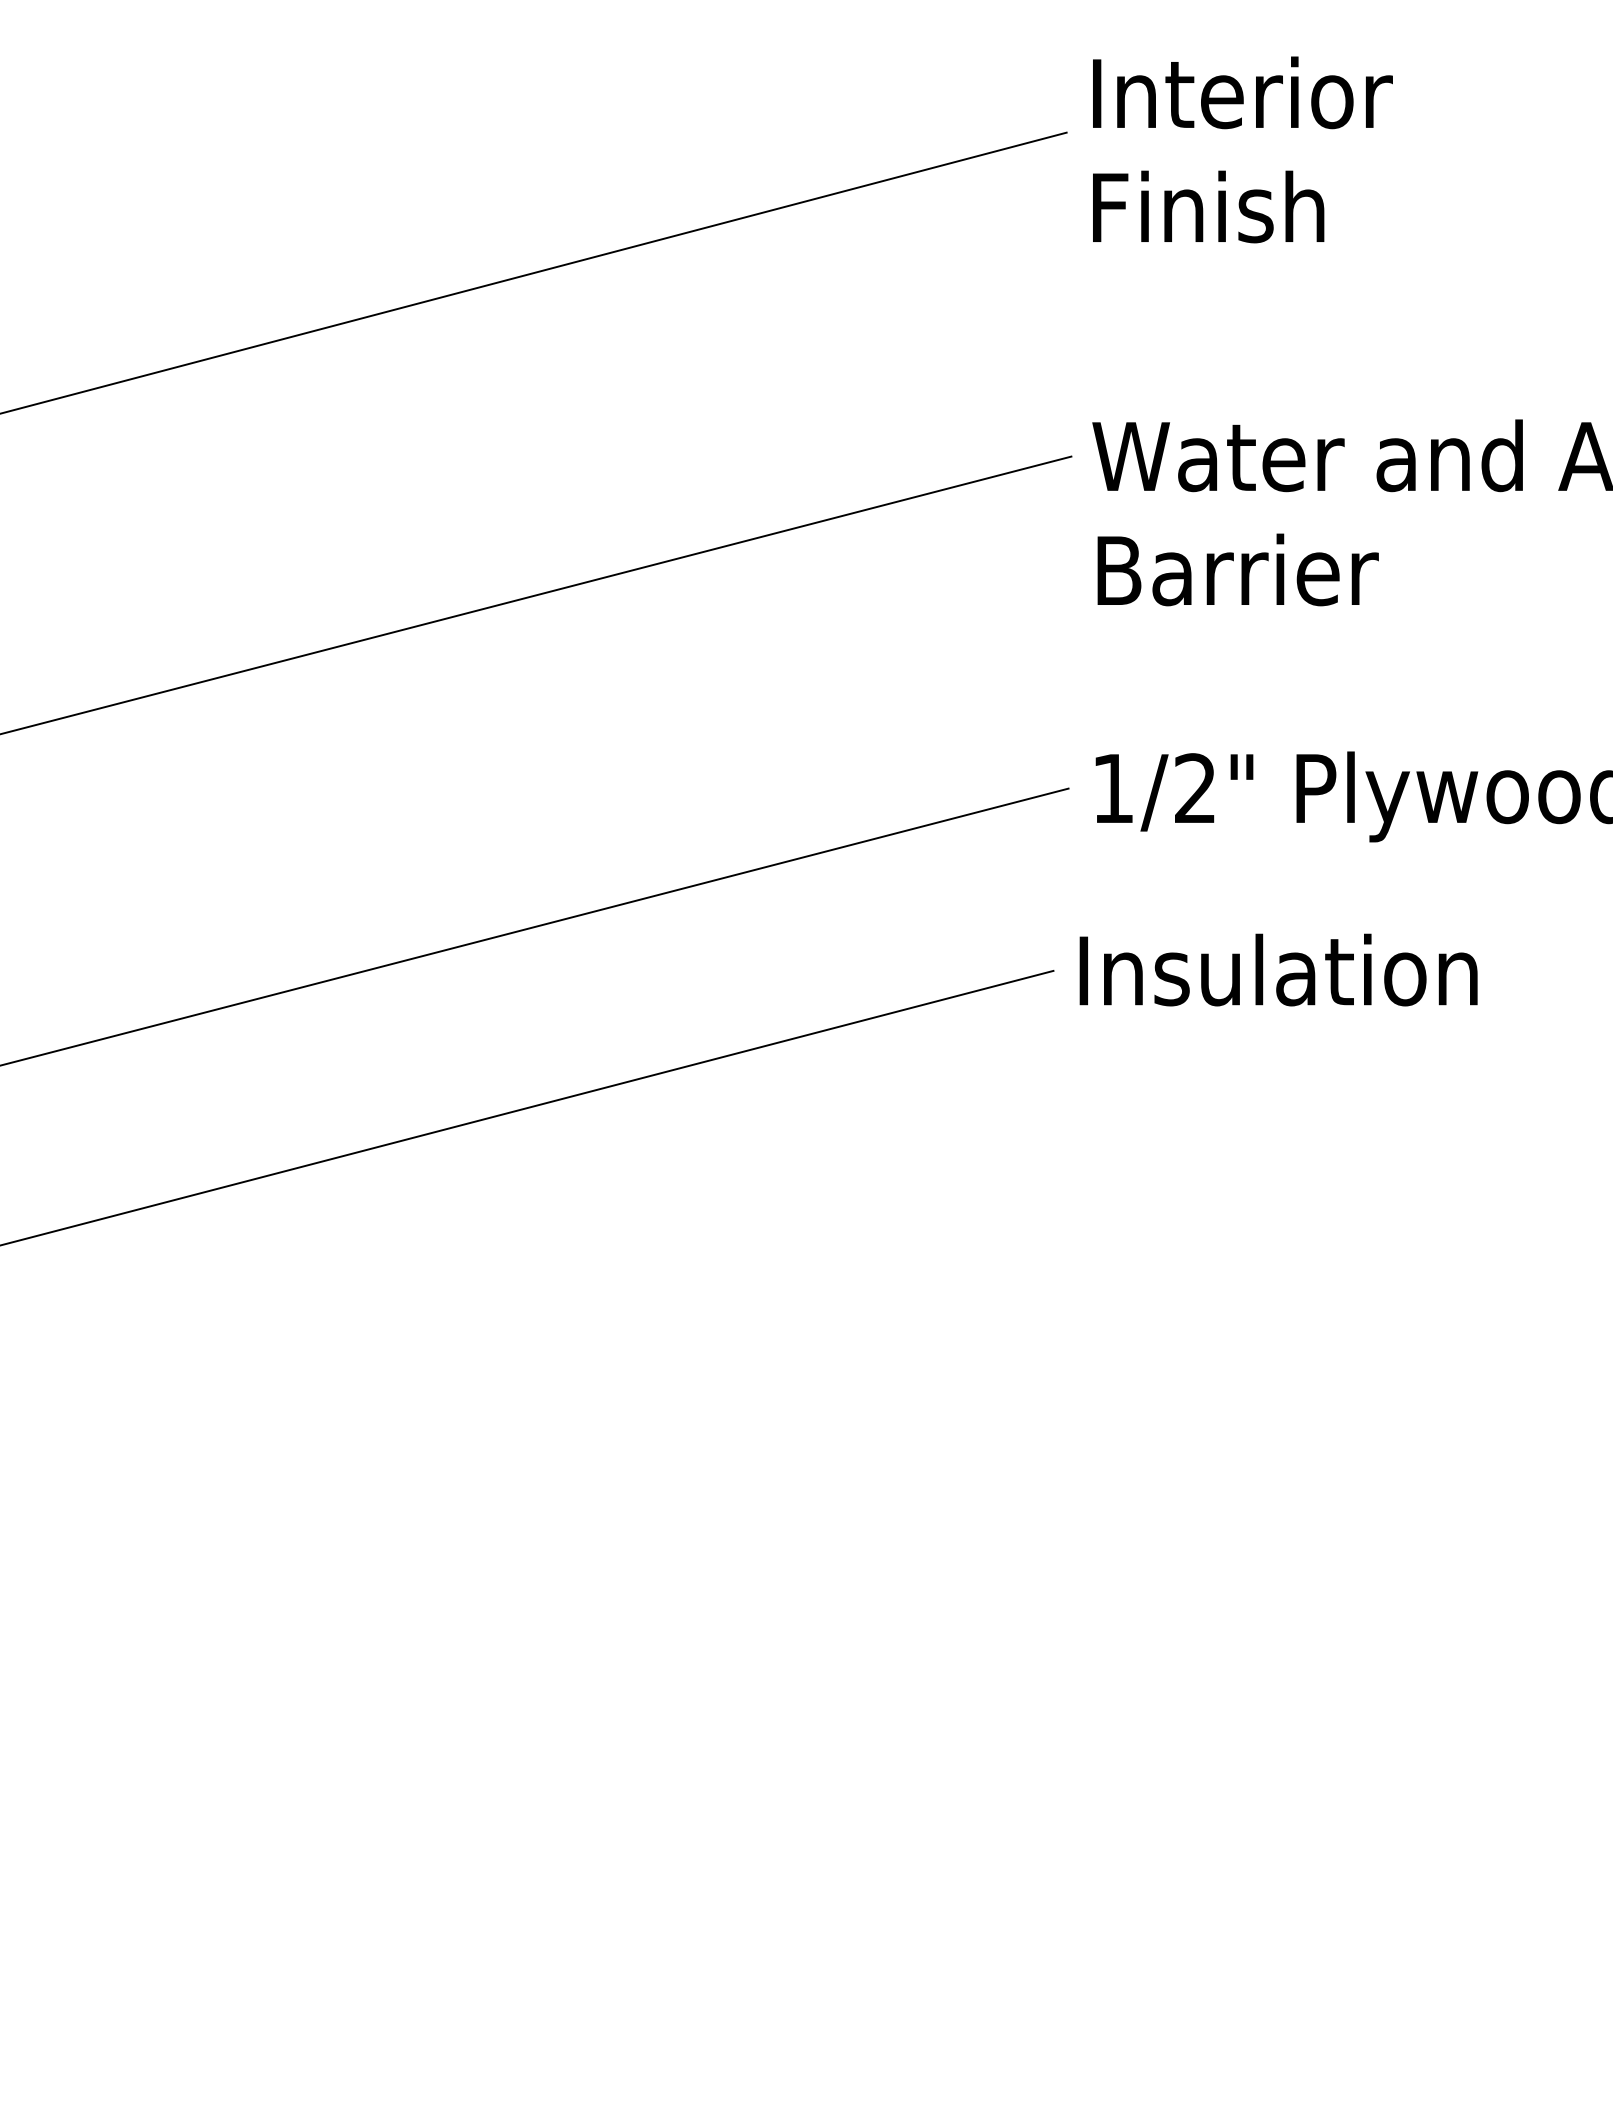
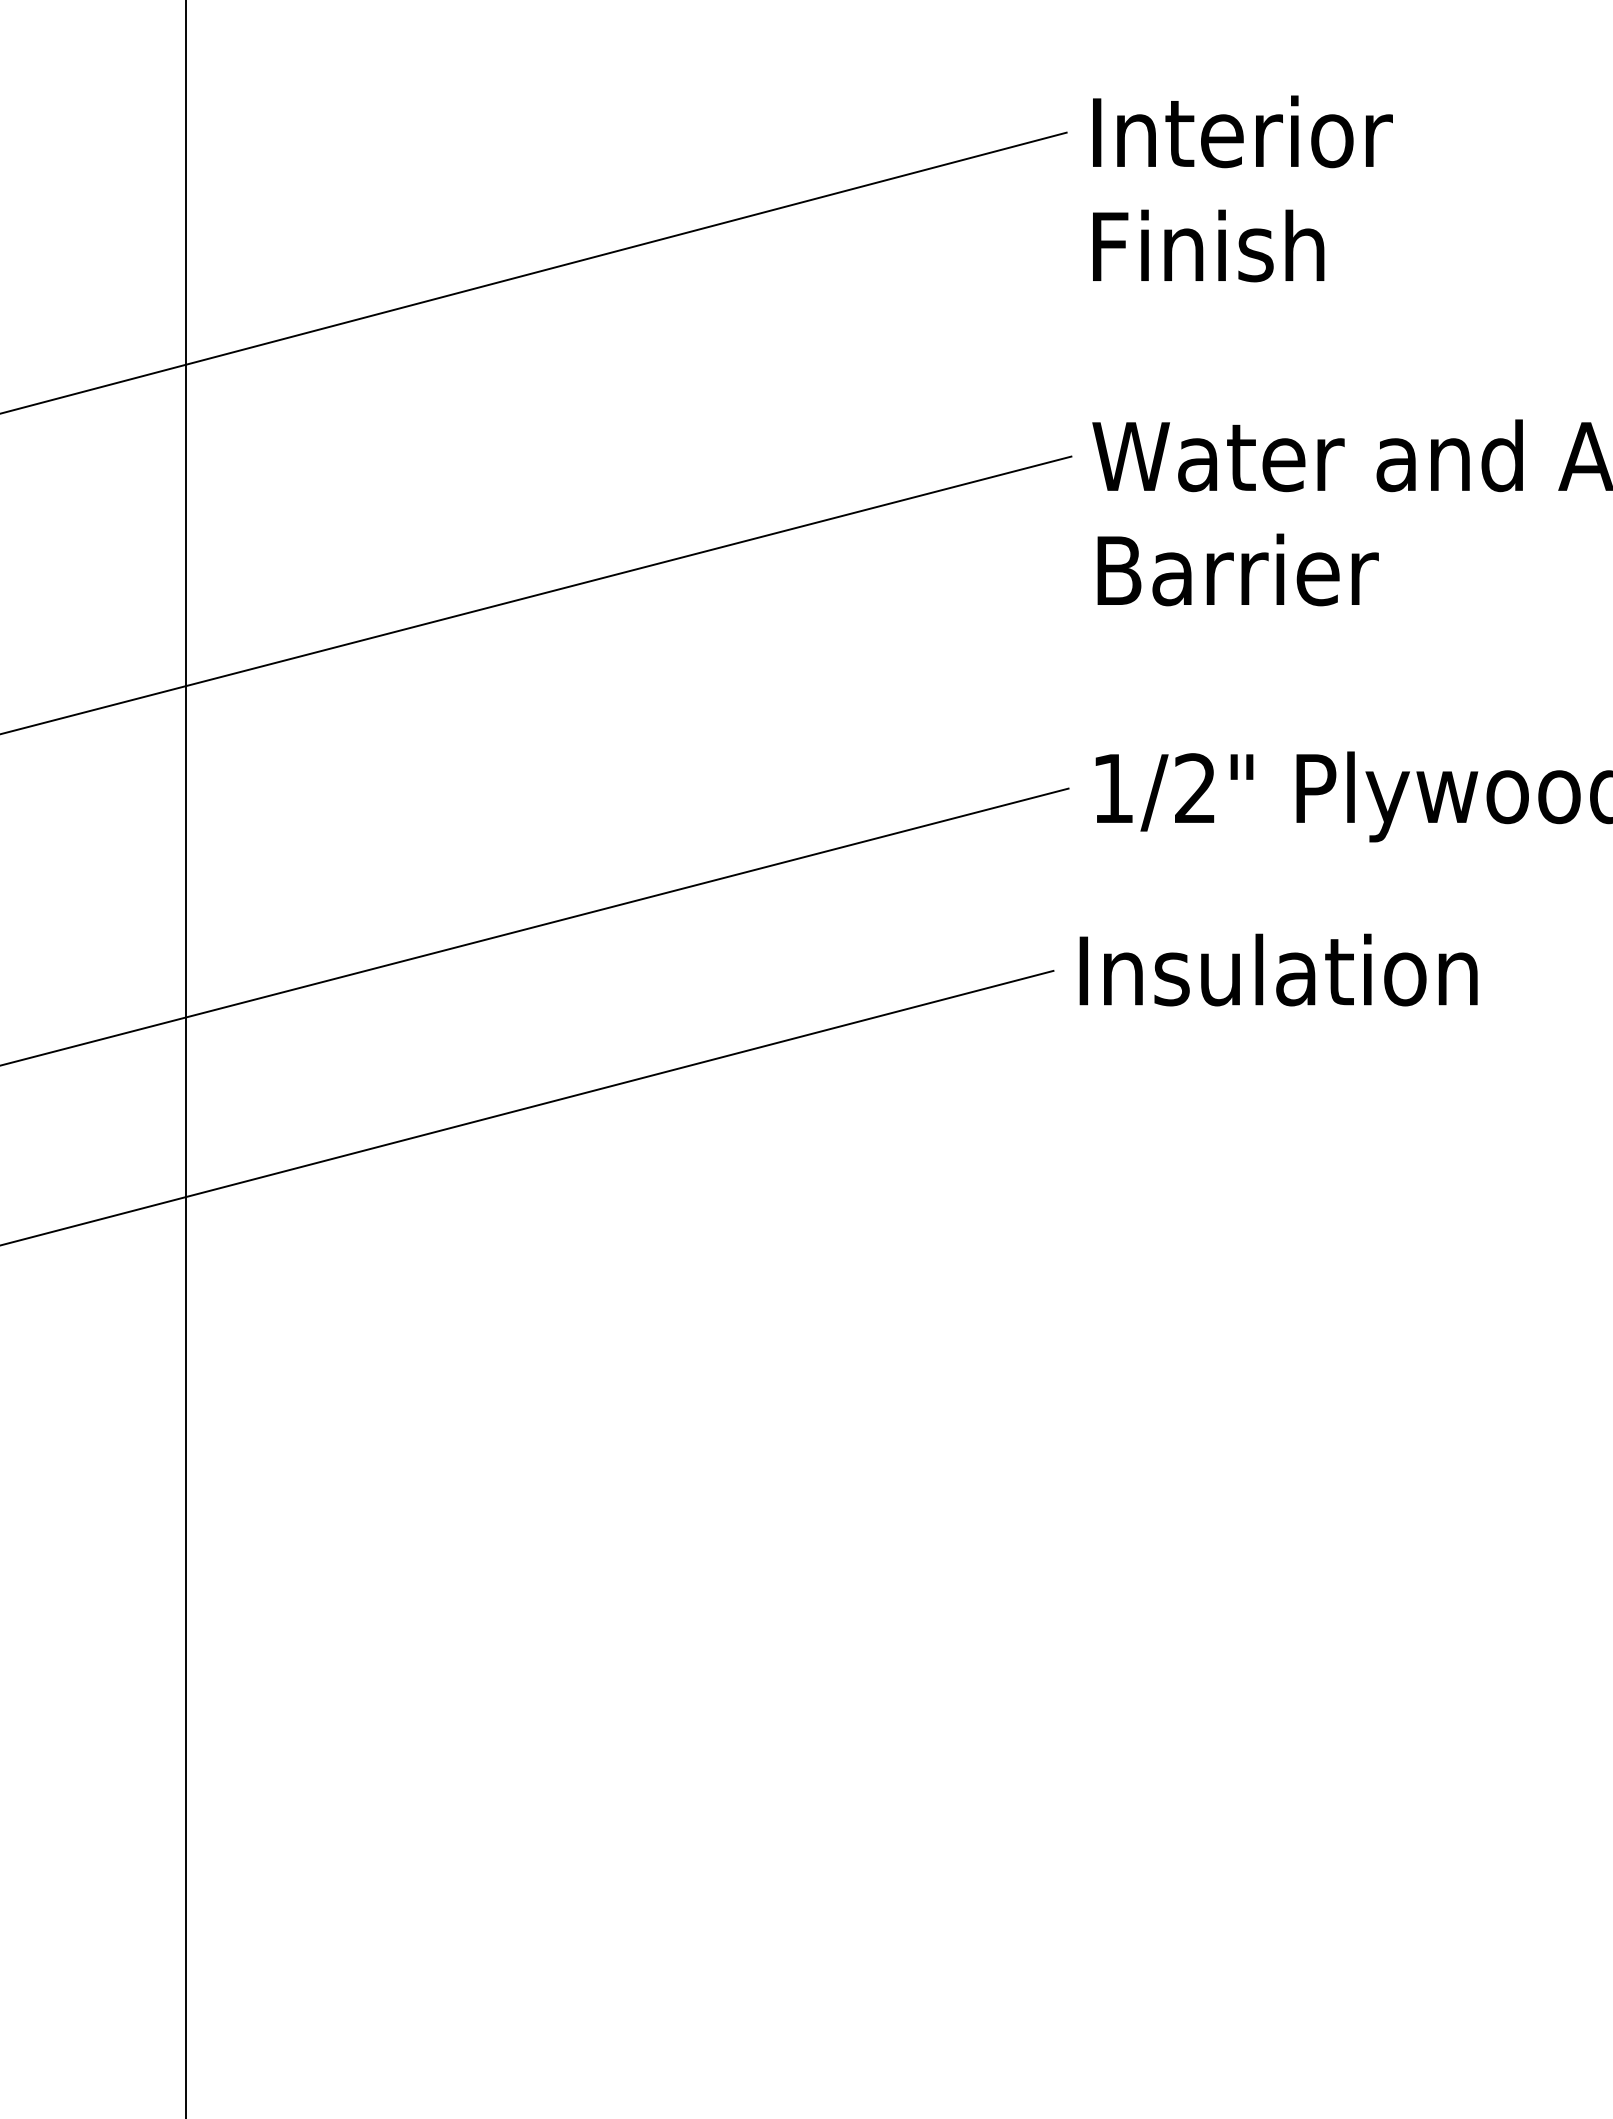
text at (1242, 149) position: (1242, 149) -> (1242, 188)
line at (185, 1058): none -> present
